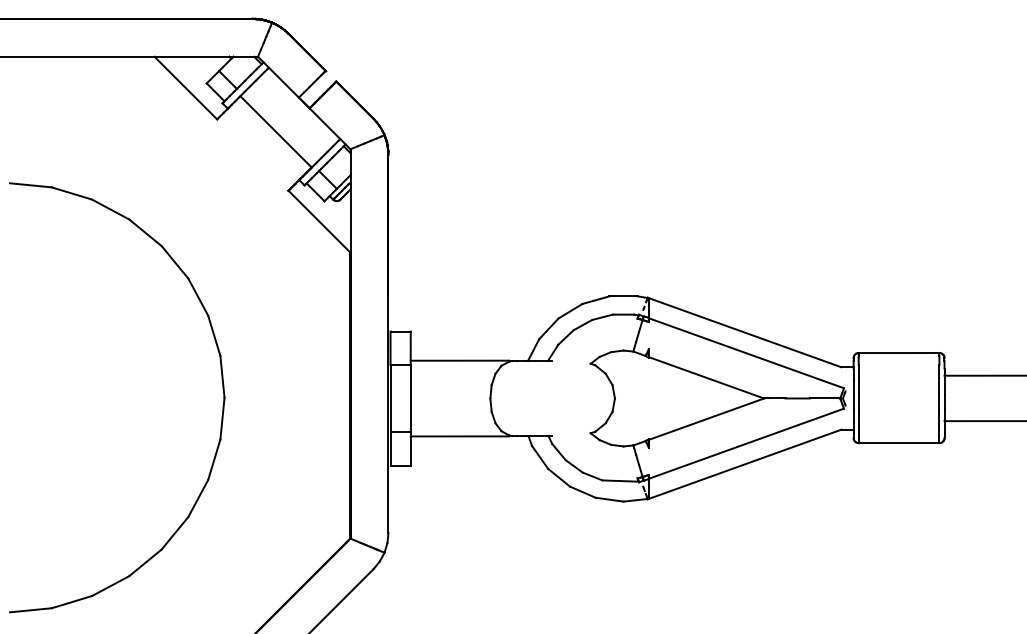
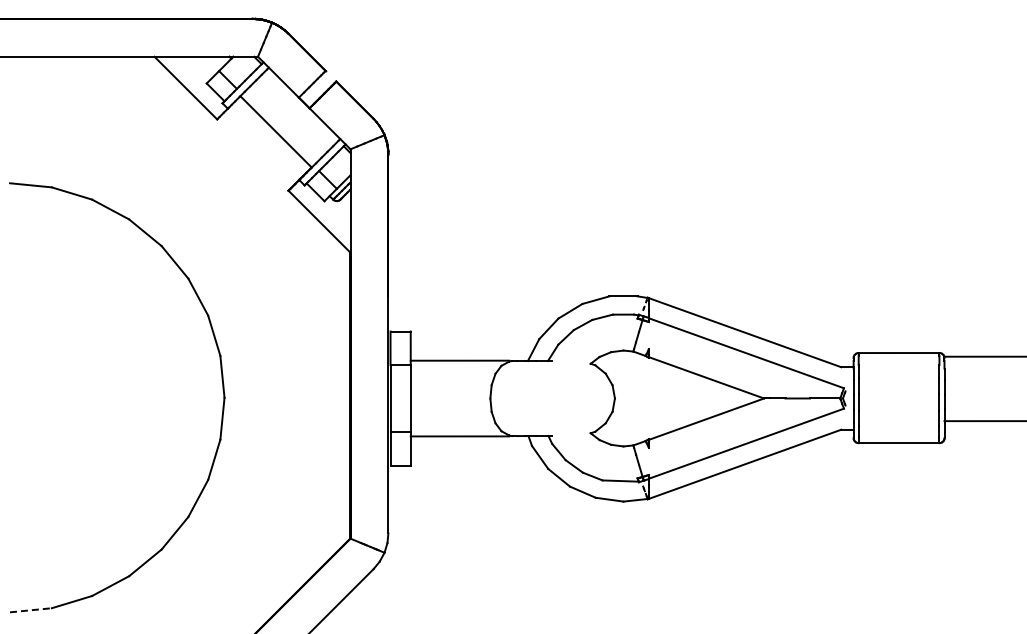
line at (983, 375) position: (983, 375) -> (983, 356)
line at (31, 610): solid -> dashed
